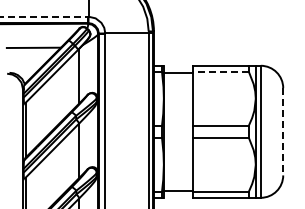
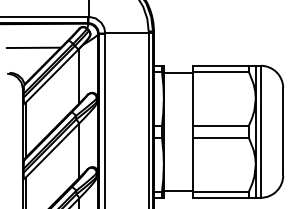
line at (44, 16): dashed -> solid
line at (221, 72): dashed -> solid
line at (283, 131): dashed -> solid
